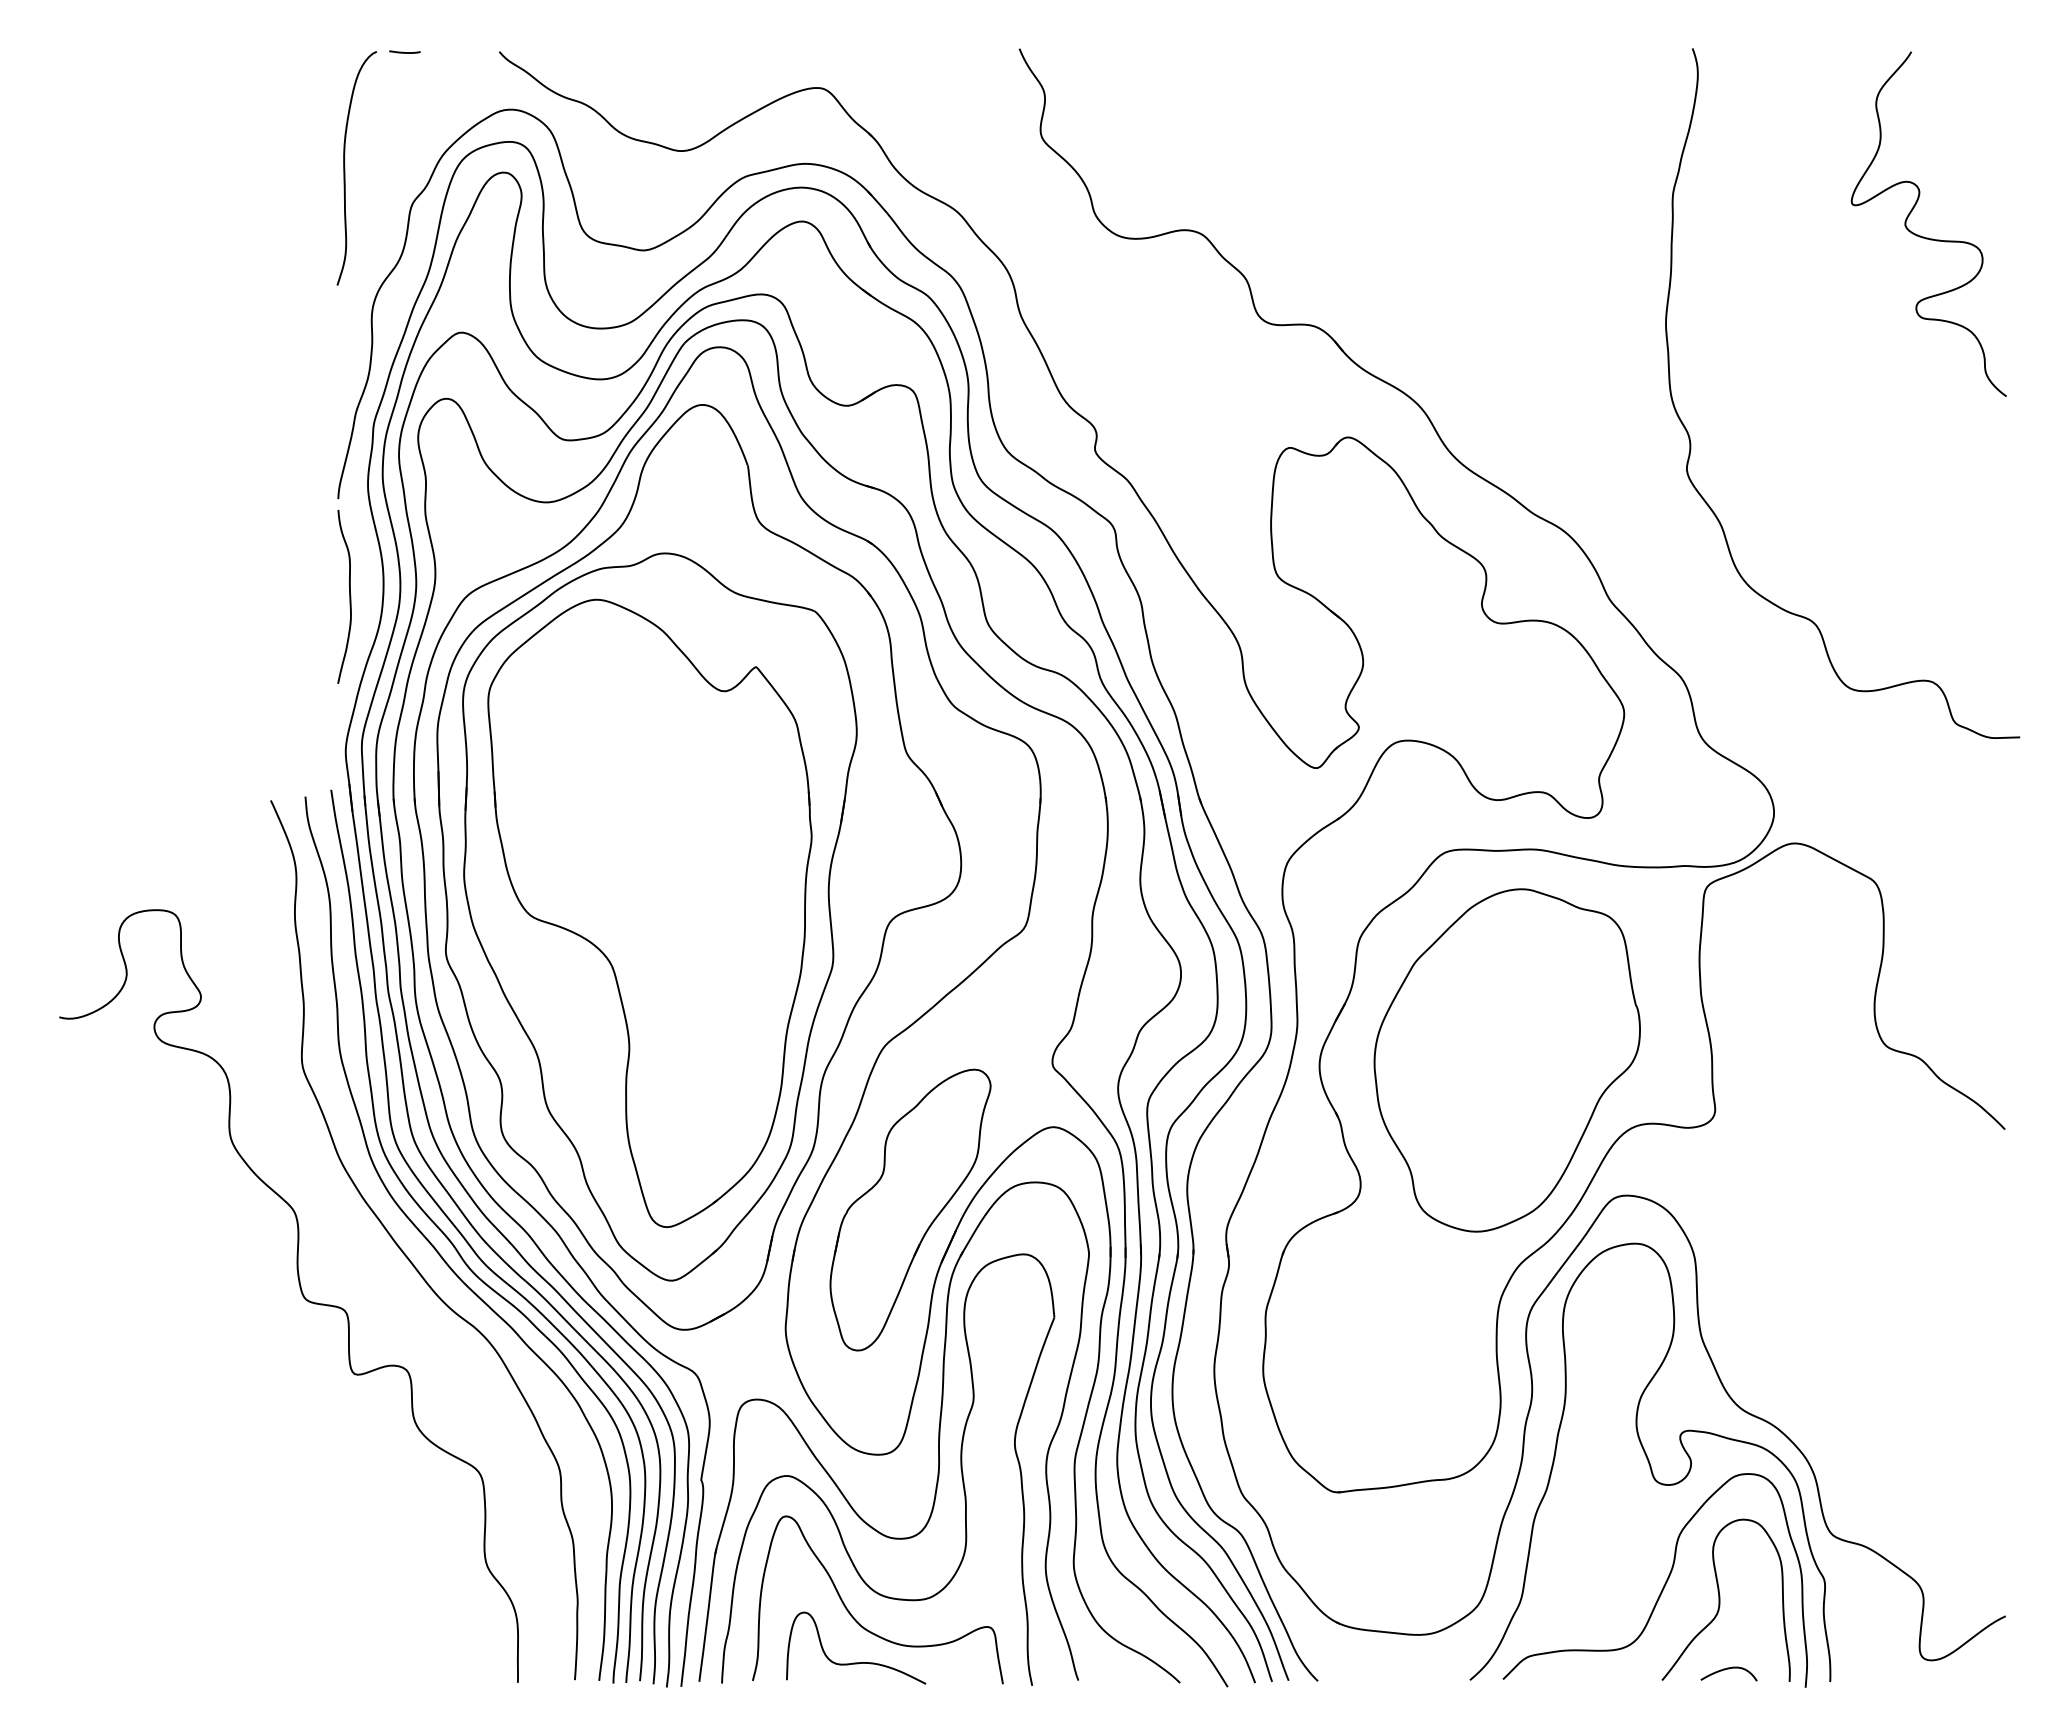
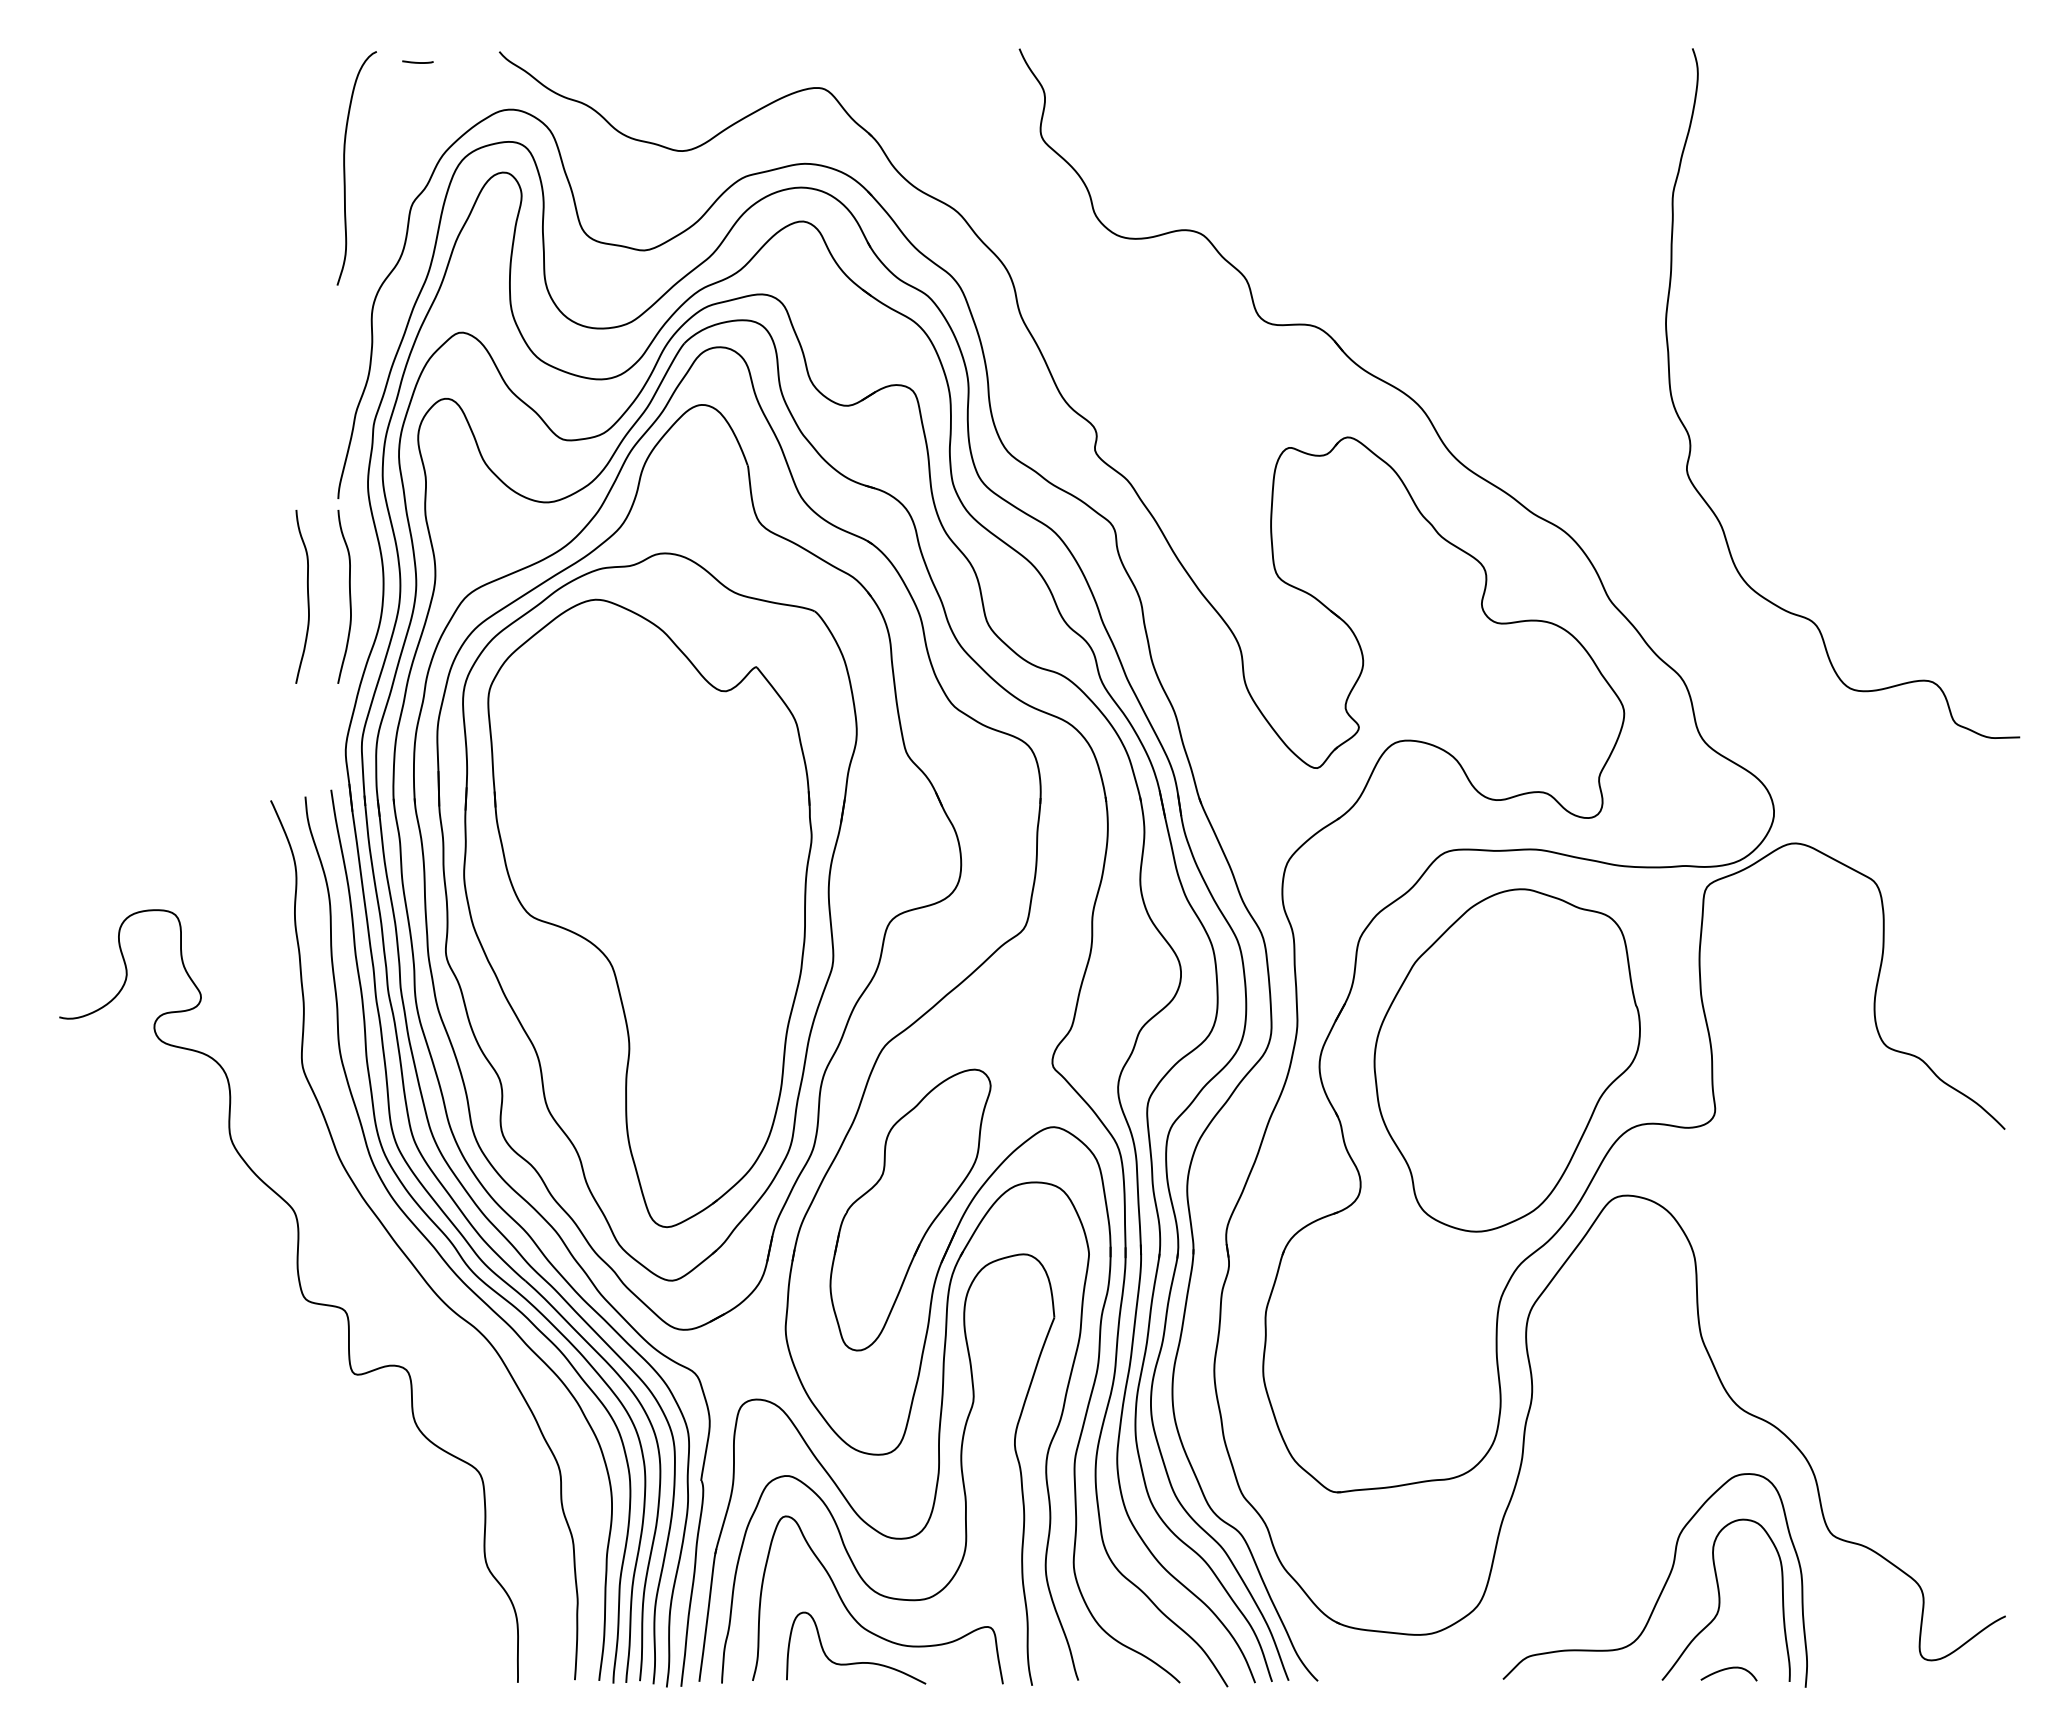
line at (404, 52) position: (404, 52) -> (417, 62)
curve at (1924, 236): present -> none
curve at (307, 596): none -> present
curve at (1649, 1461): present -> none
